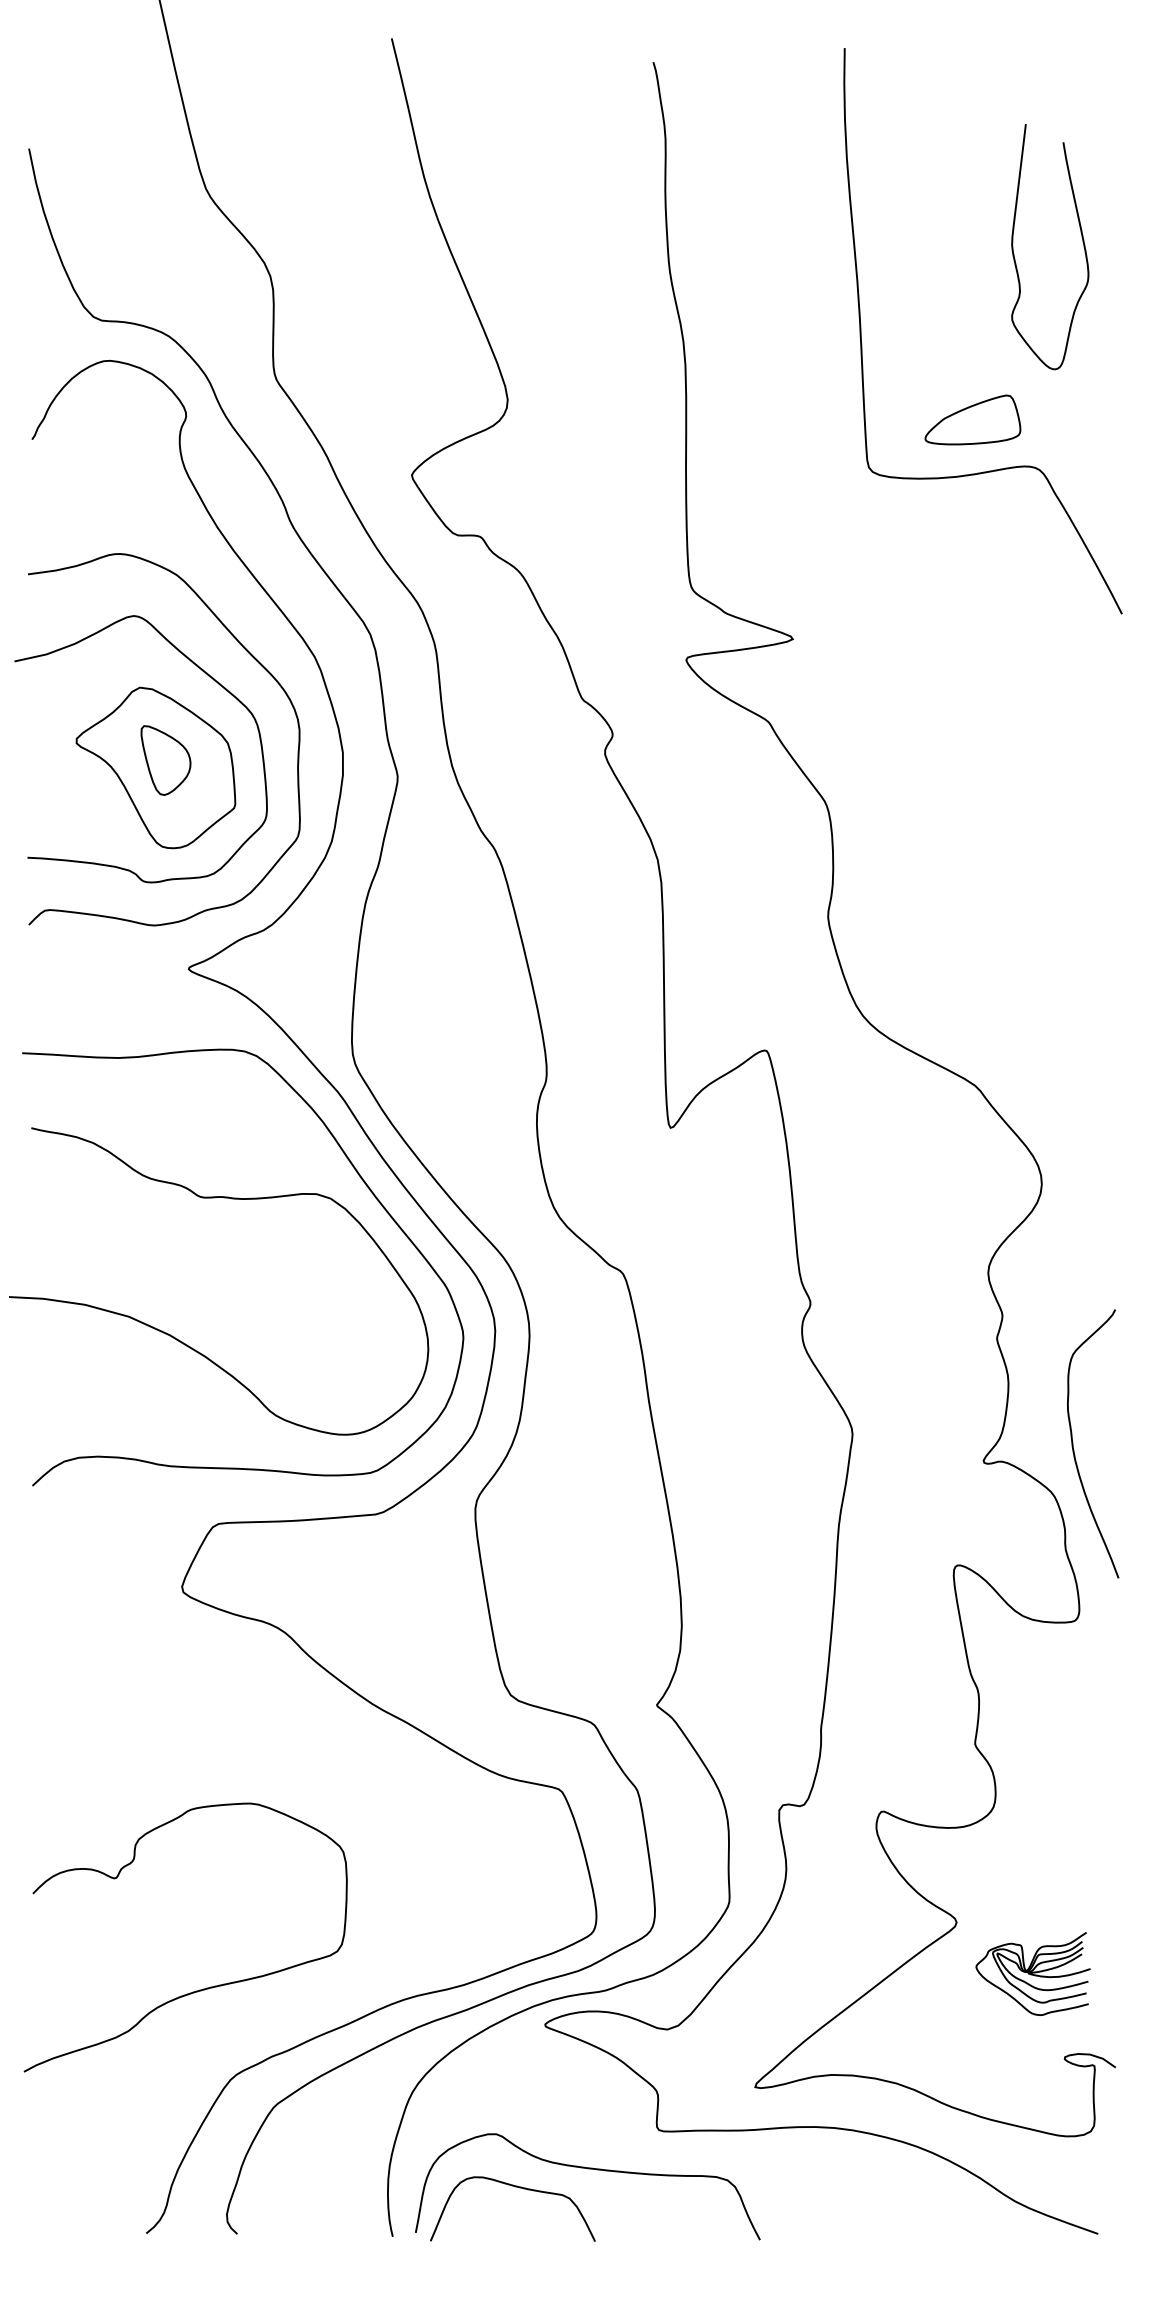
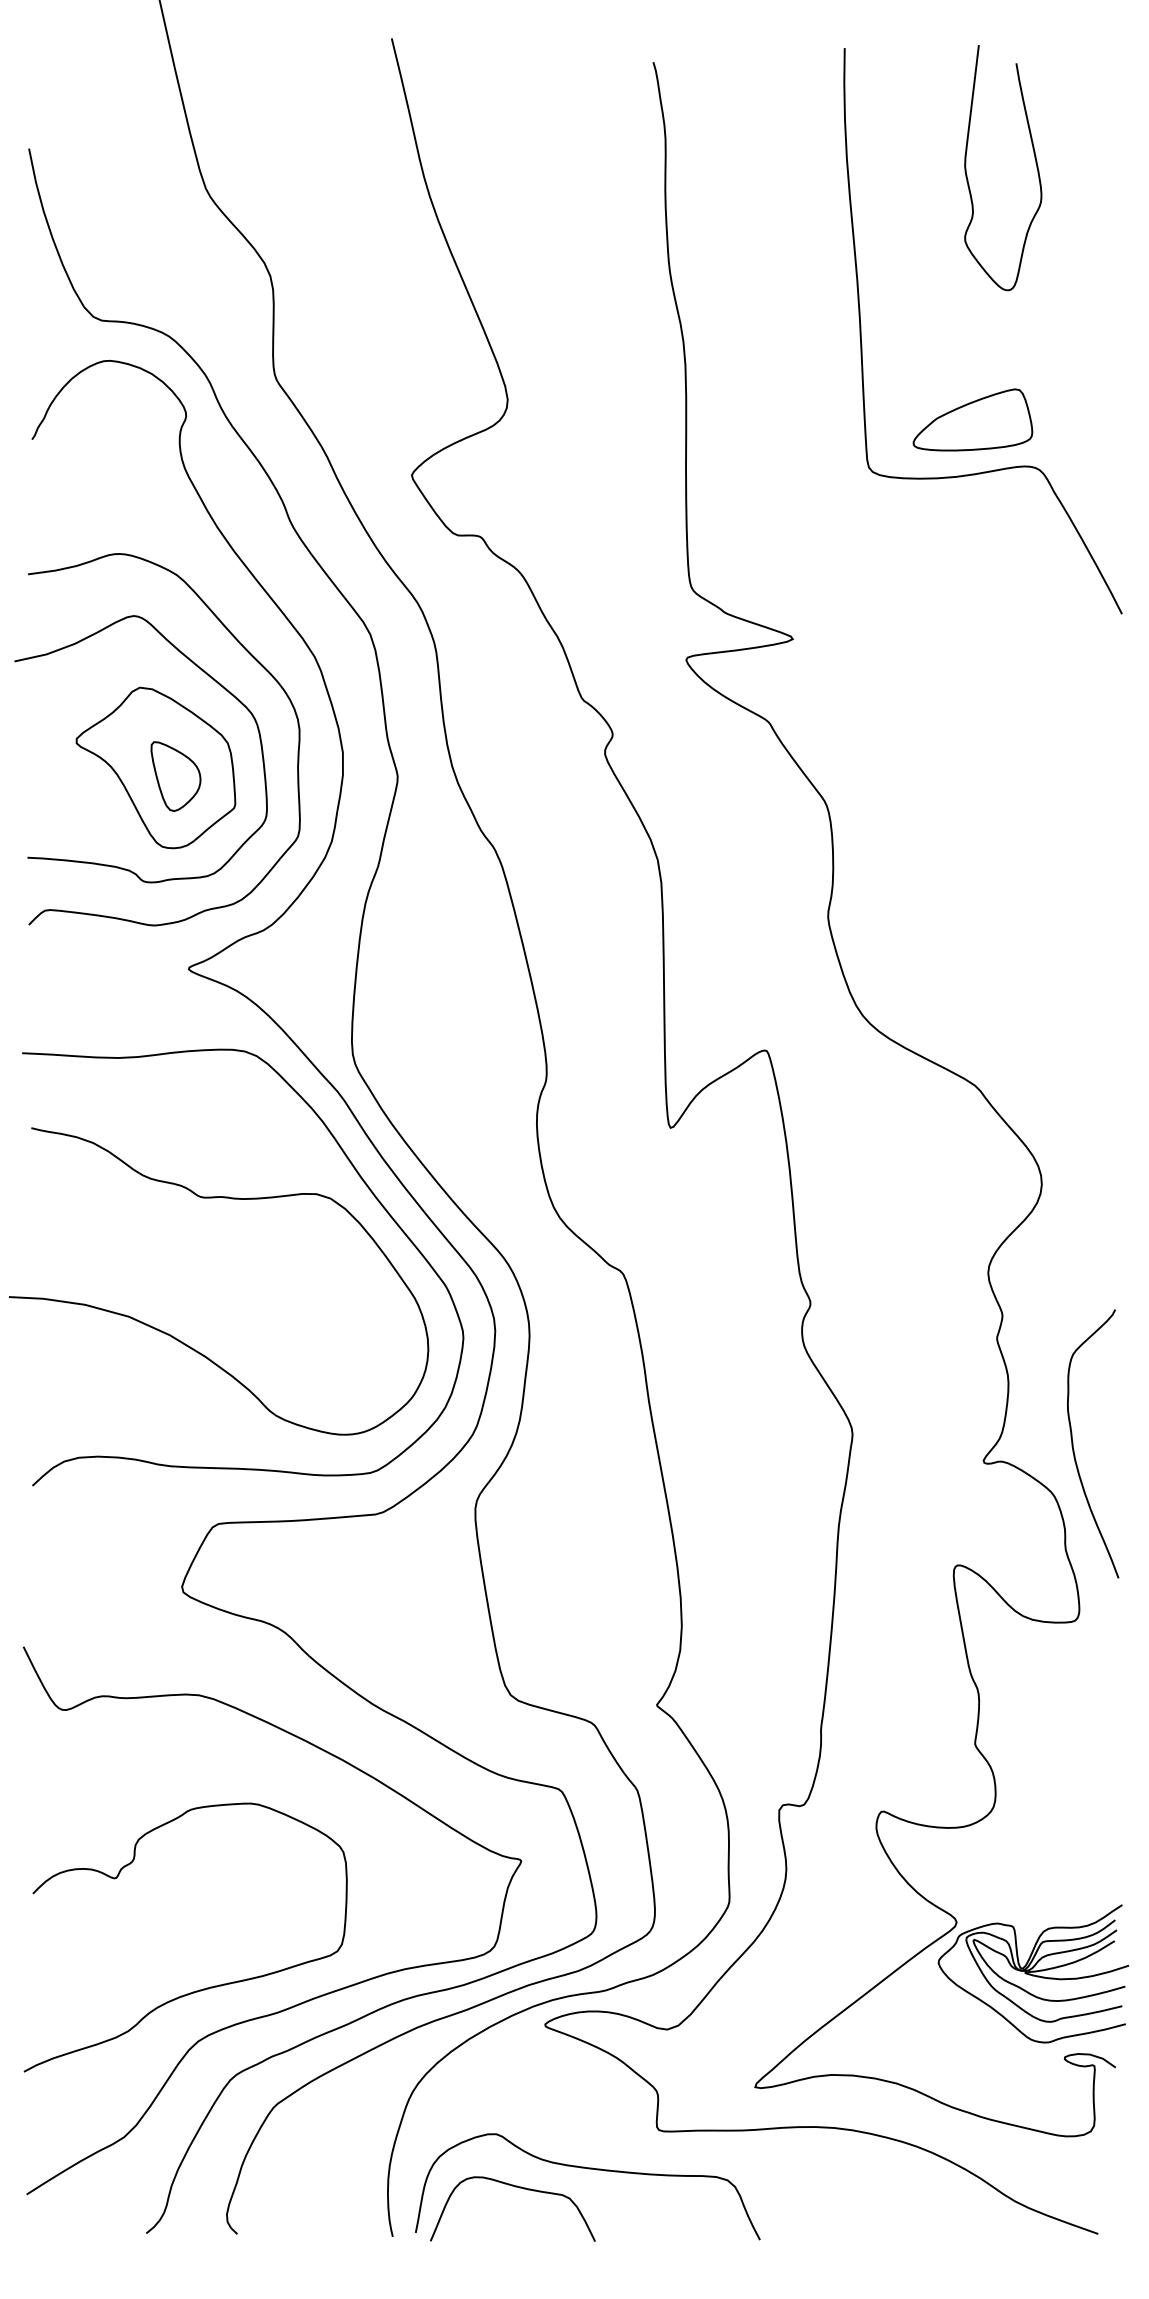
curve at (1082, 242) position: (1082, 242) -> (1035, 163)
part at (972, 419) size: 98x52 px -> 122x64 px
part at (165, 760) position: (165, 760) -> (175, 776)
part at (1032, 1973) size: 116x84 px -> 192x140 px
curve at (305, 2000): none -> present
